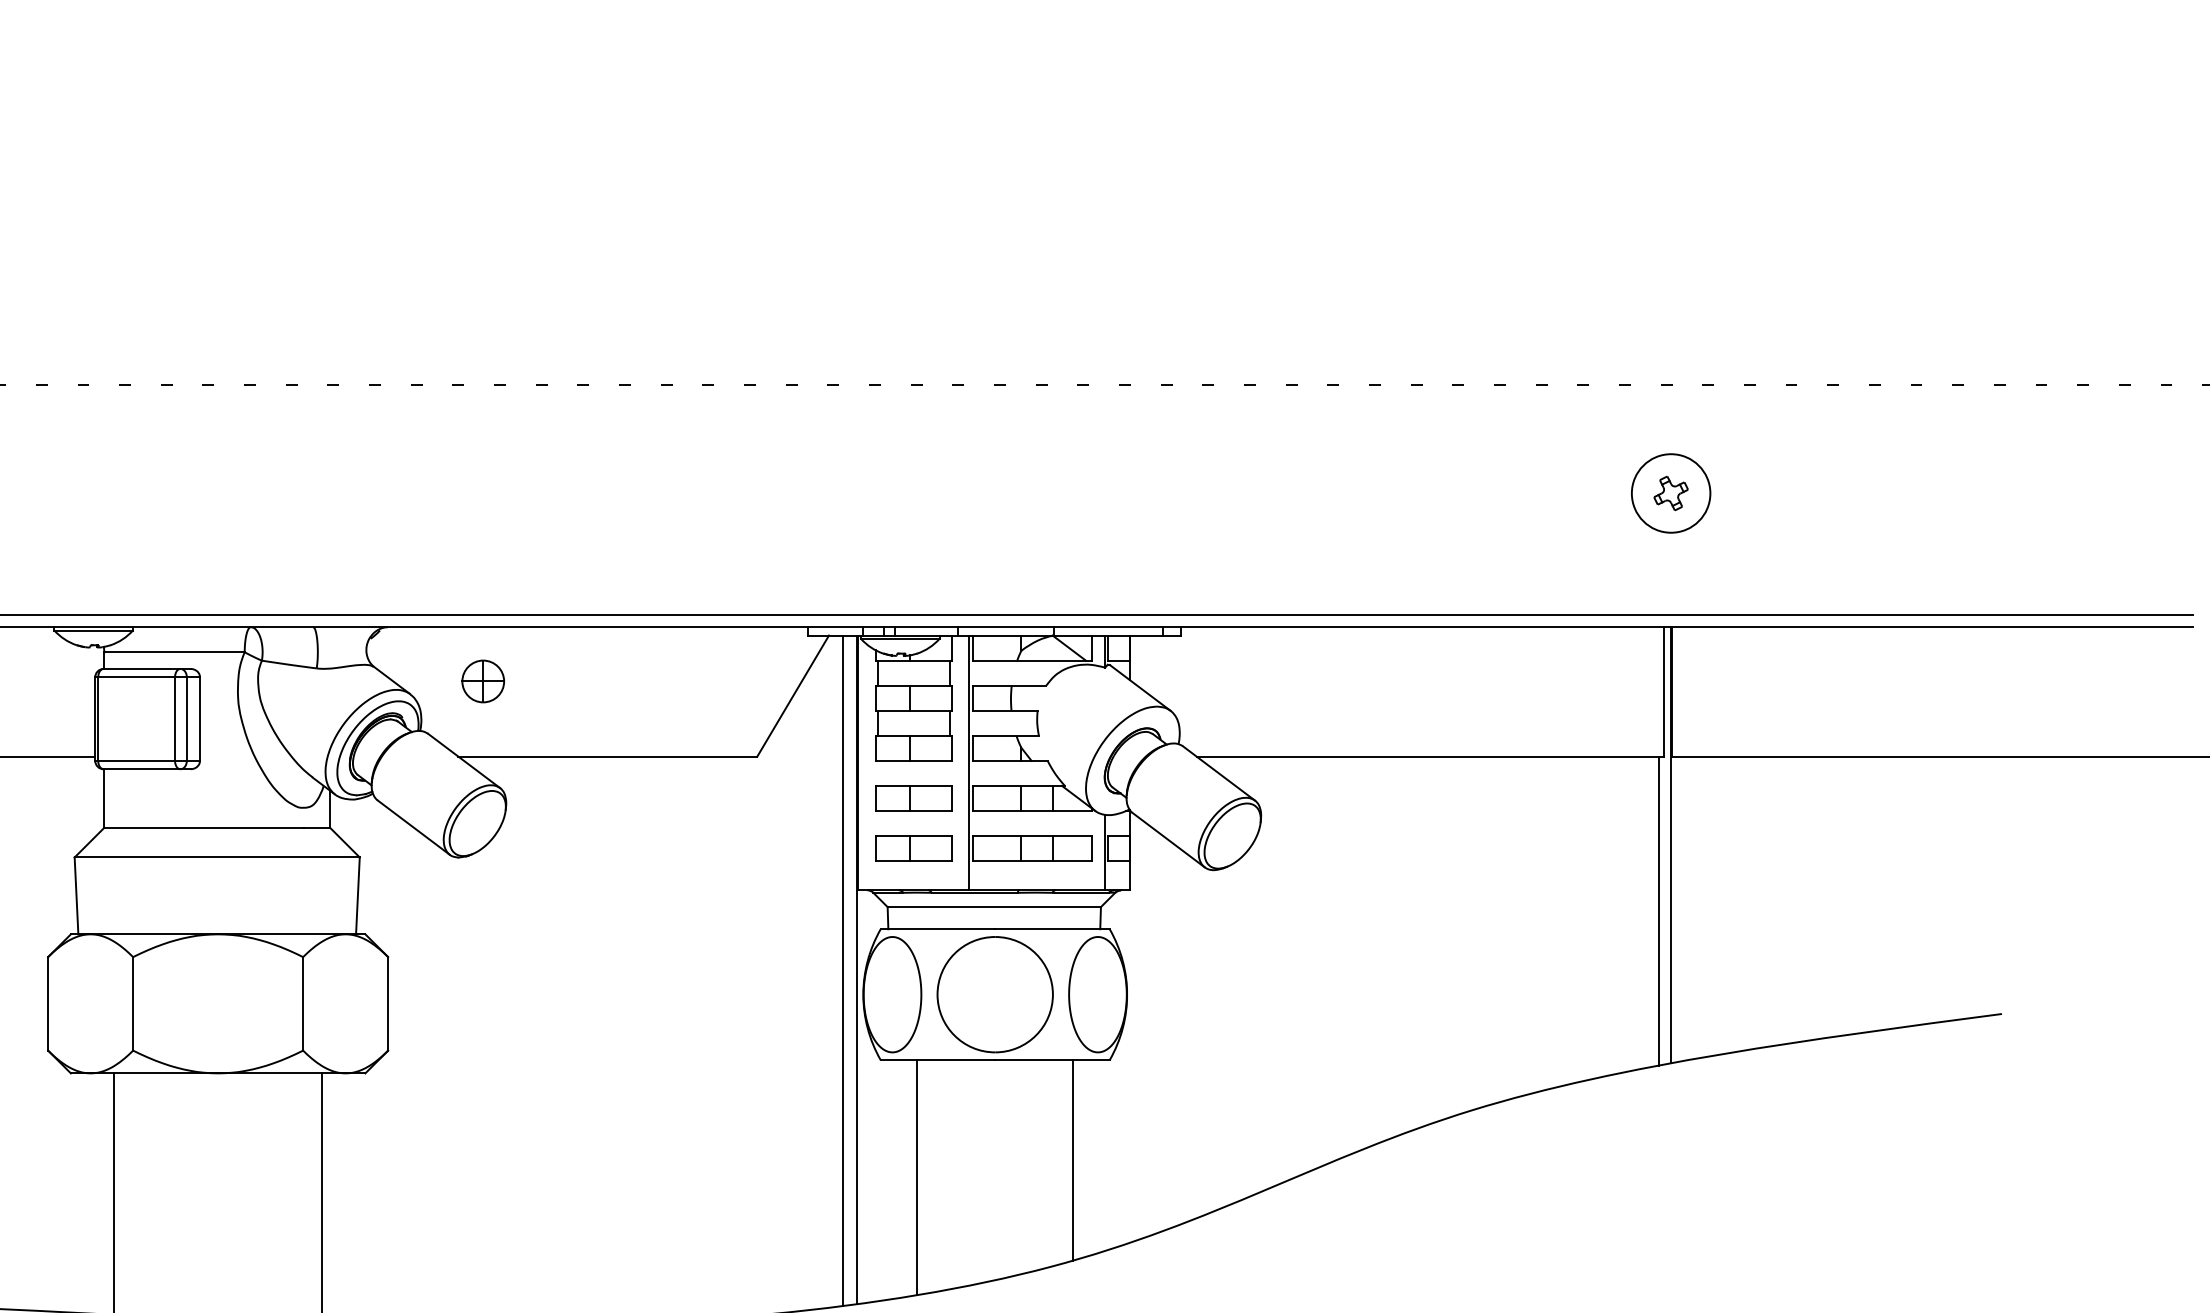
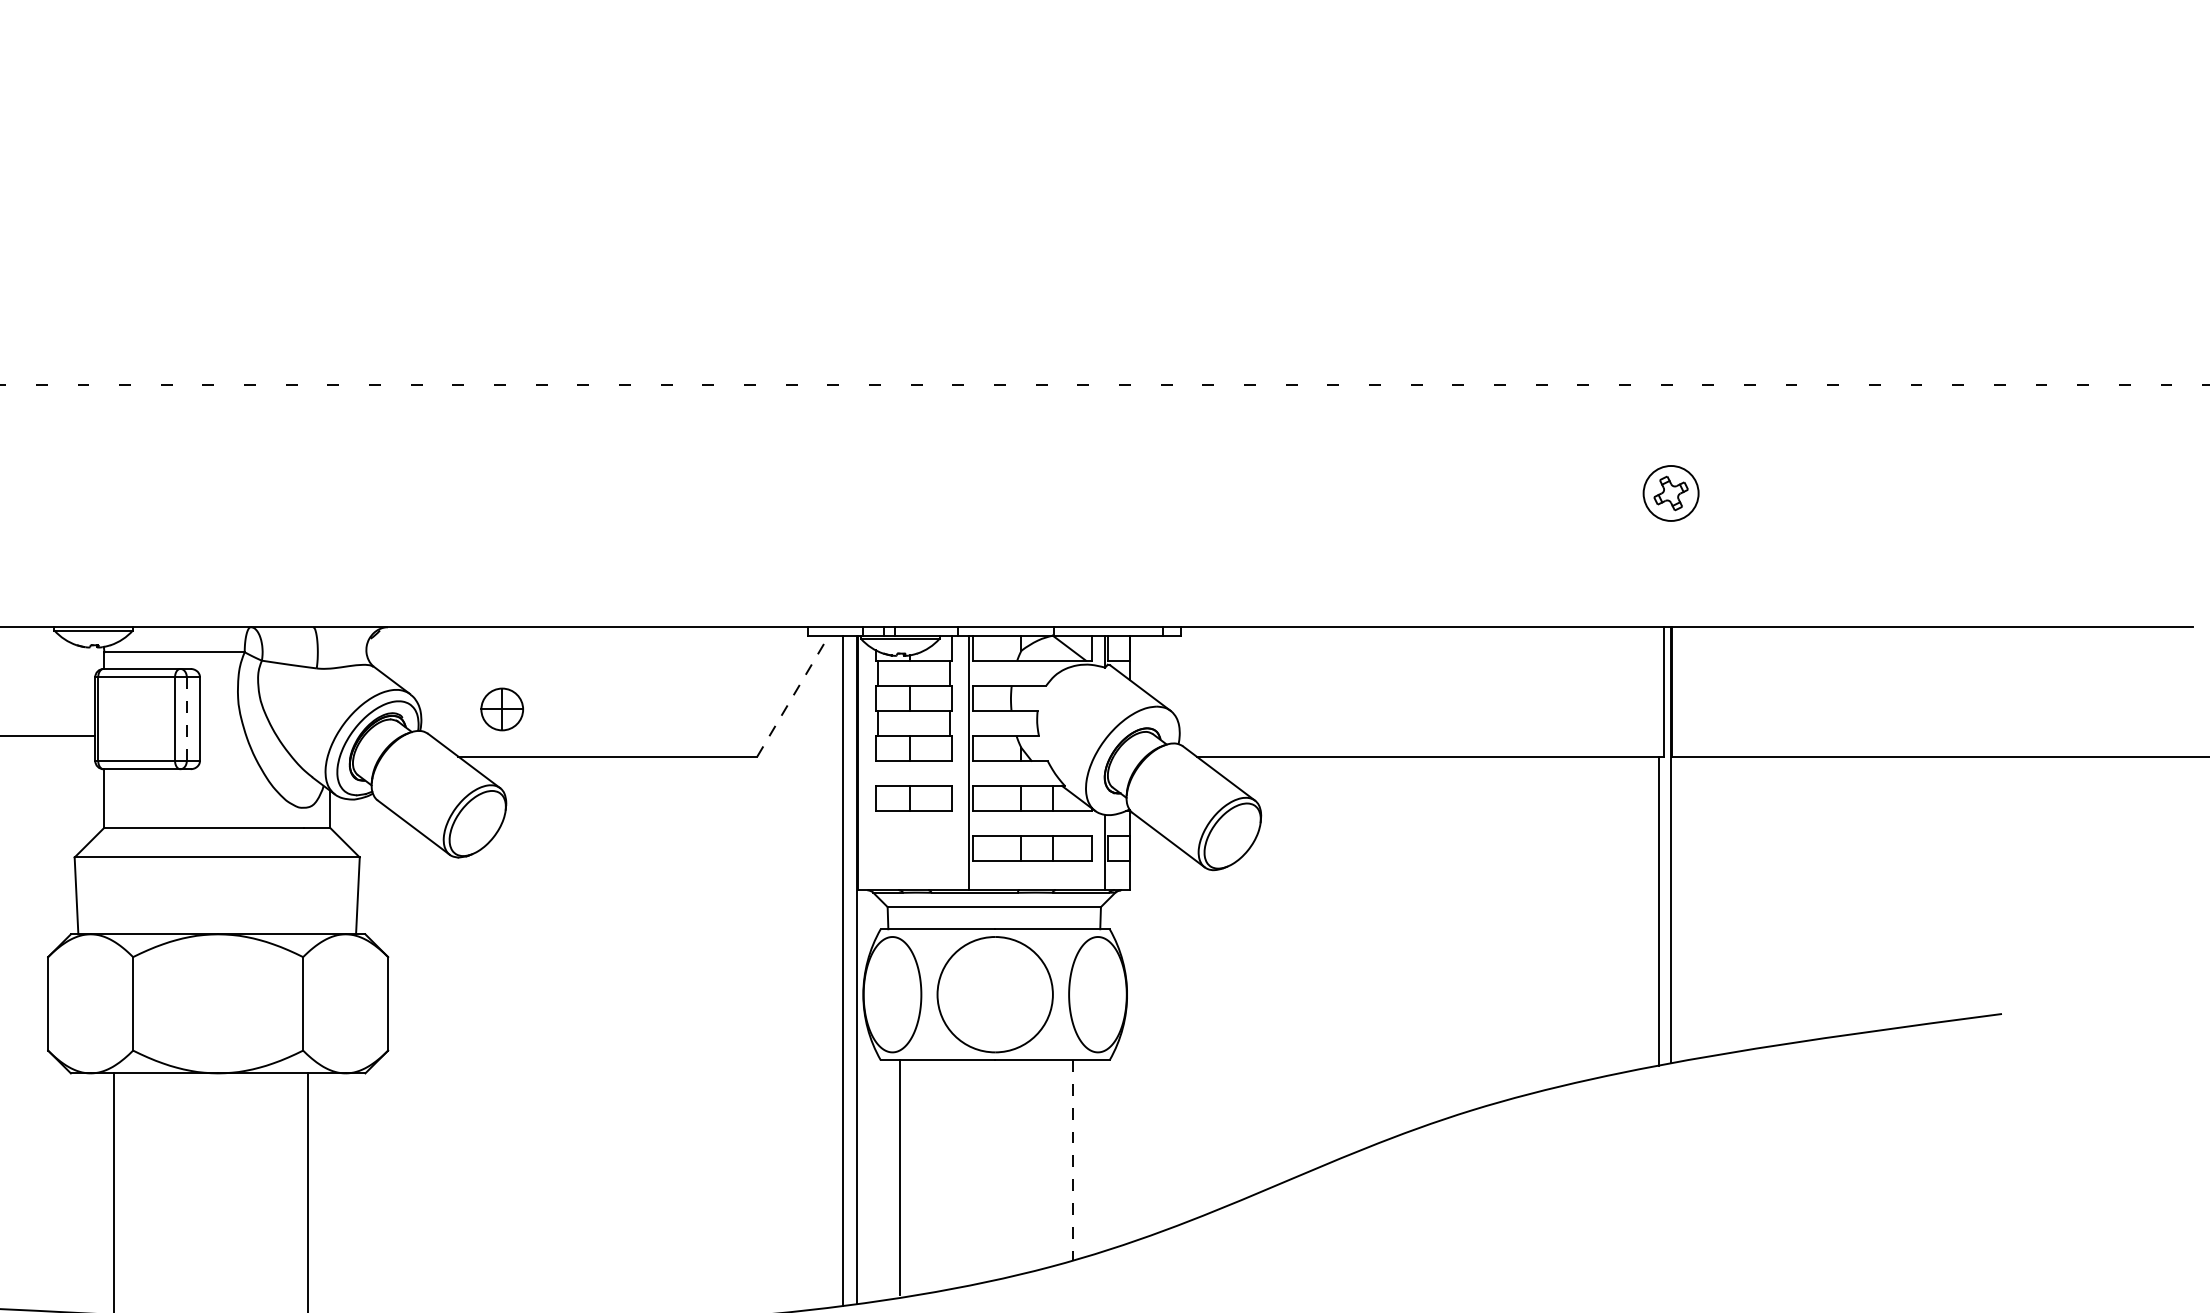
circle at (1670, 493) diameter: 79 px -> 55 px
line at (1097, 615): present -> none
part at (482, 681) position: (482, 681) -> (501, 709)
line at (793, 695): solid -> dashed
line at (186, 719): solid -> dashed
line at (48, 756) position: (48, 756) -> (48, 735)
part at (913, 848): present -> none
line at (1073, 1160): solid -> dashed
line at (917, 1177) position: (917, 1177) -> (900, 1177)
line at (322, 1191) position: (322, 1191) -> (308, 1191)
